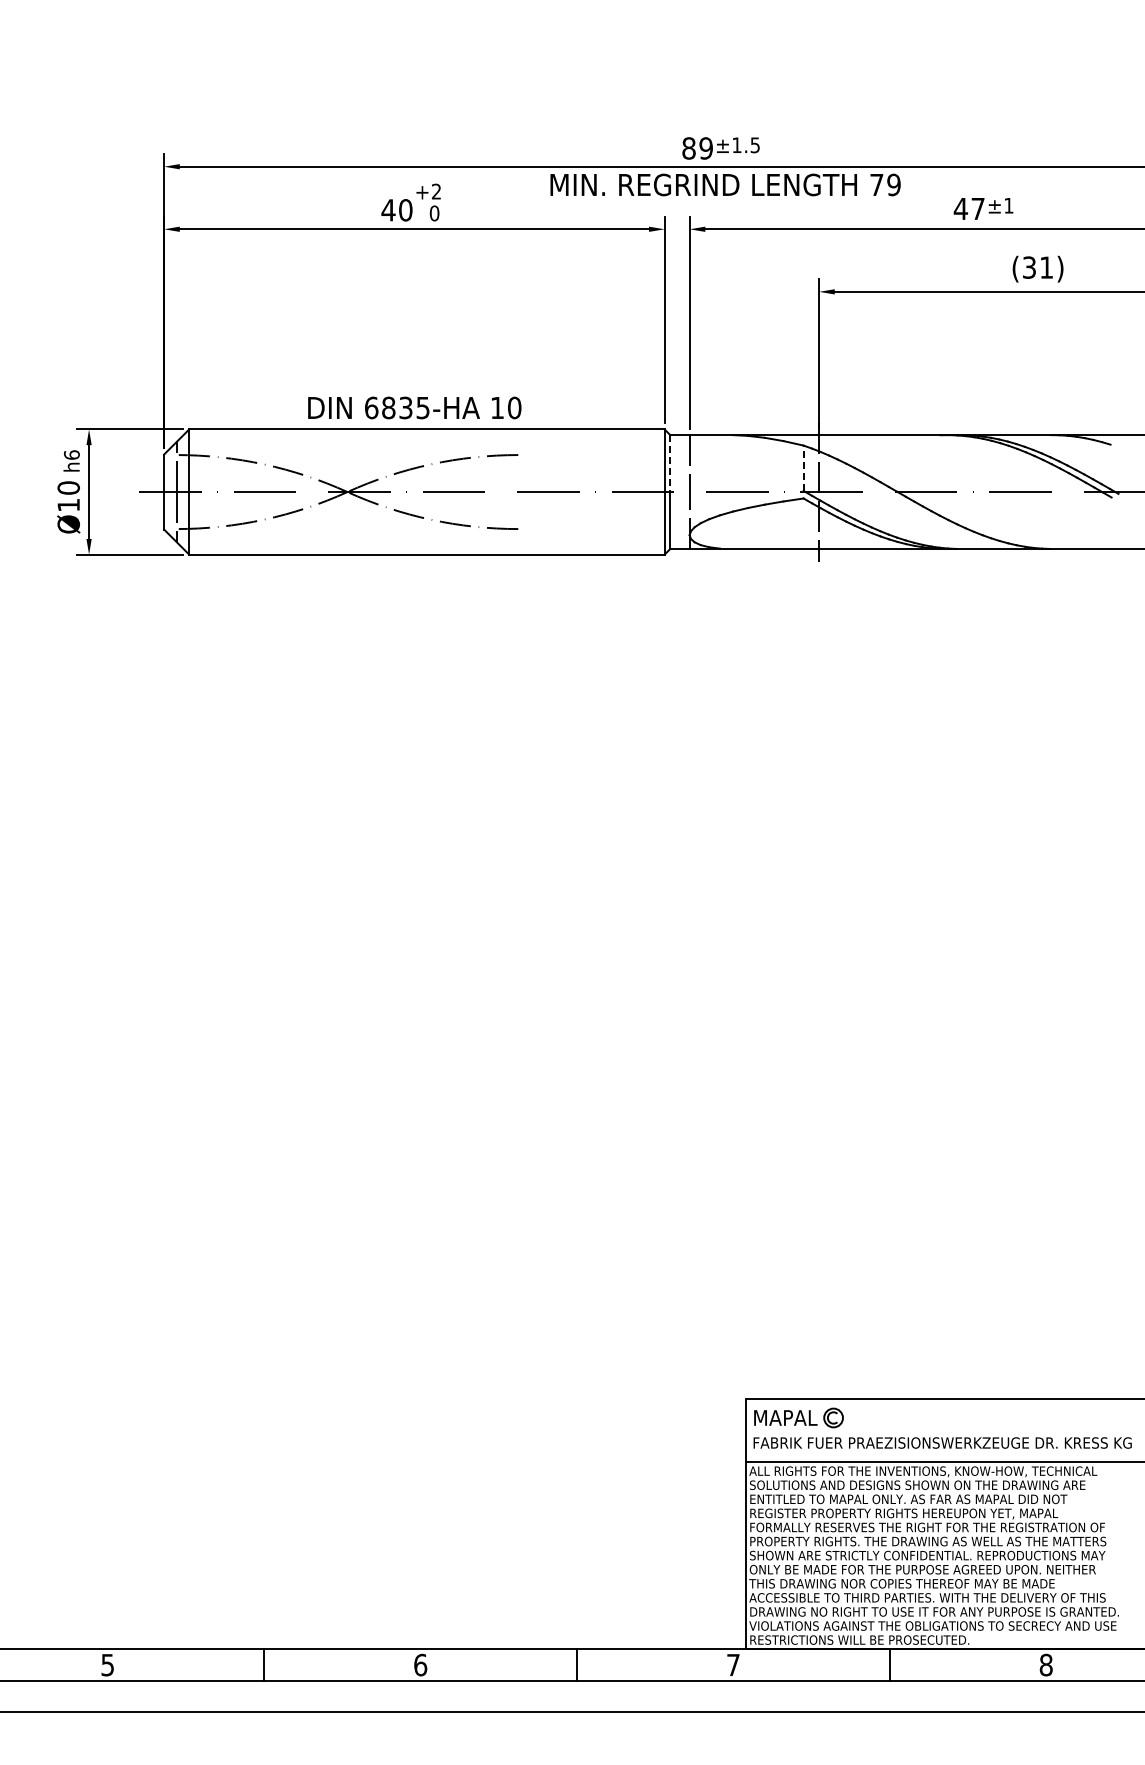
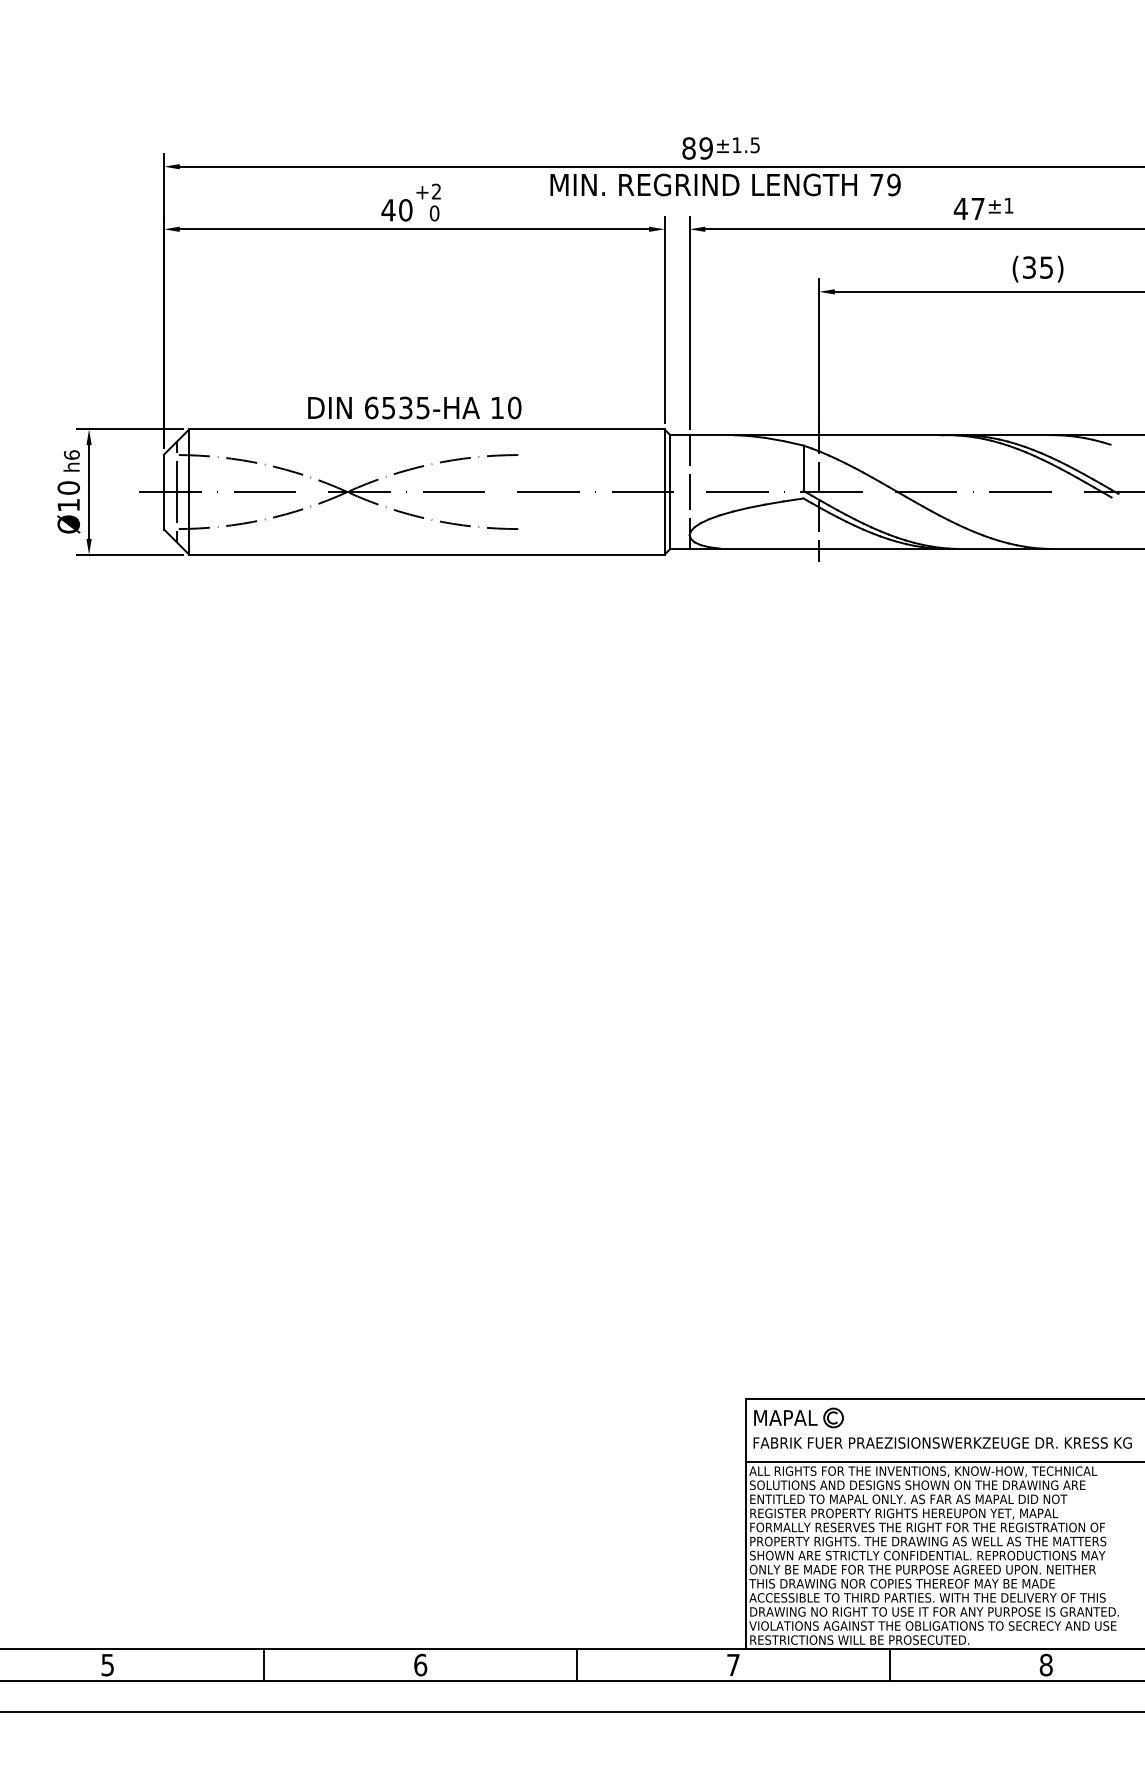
text at (1046, 267): (31) -> (35)
text at (388, 407): 6835-HA -> 6535-HA
line at (670, 464): dashed -> solid
line at (803, 468): dashed -> solid
